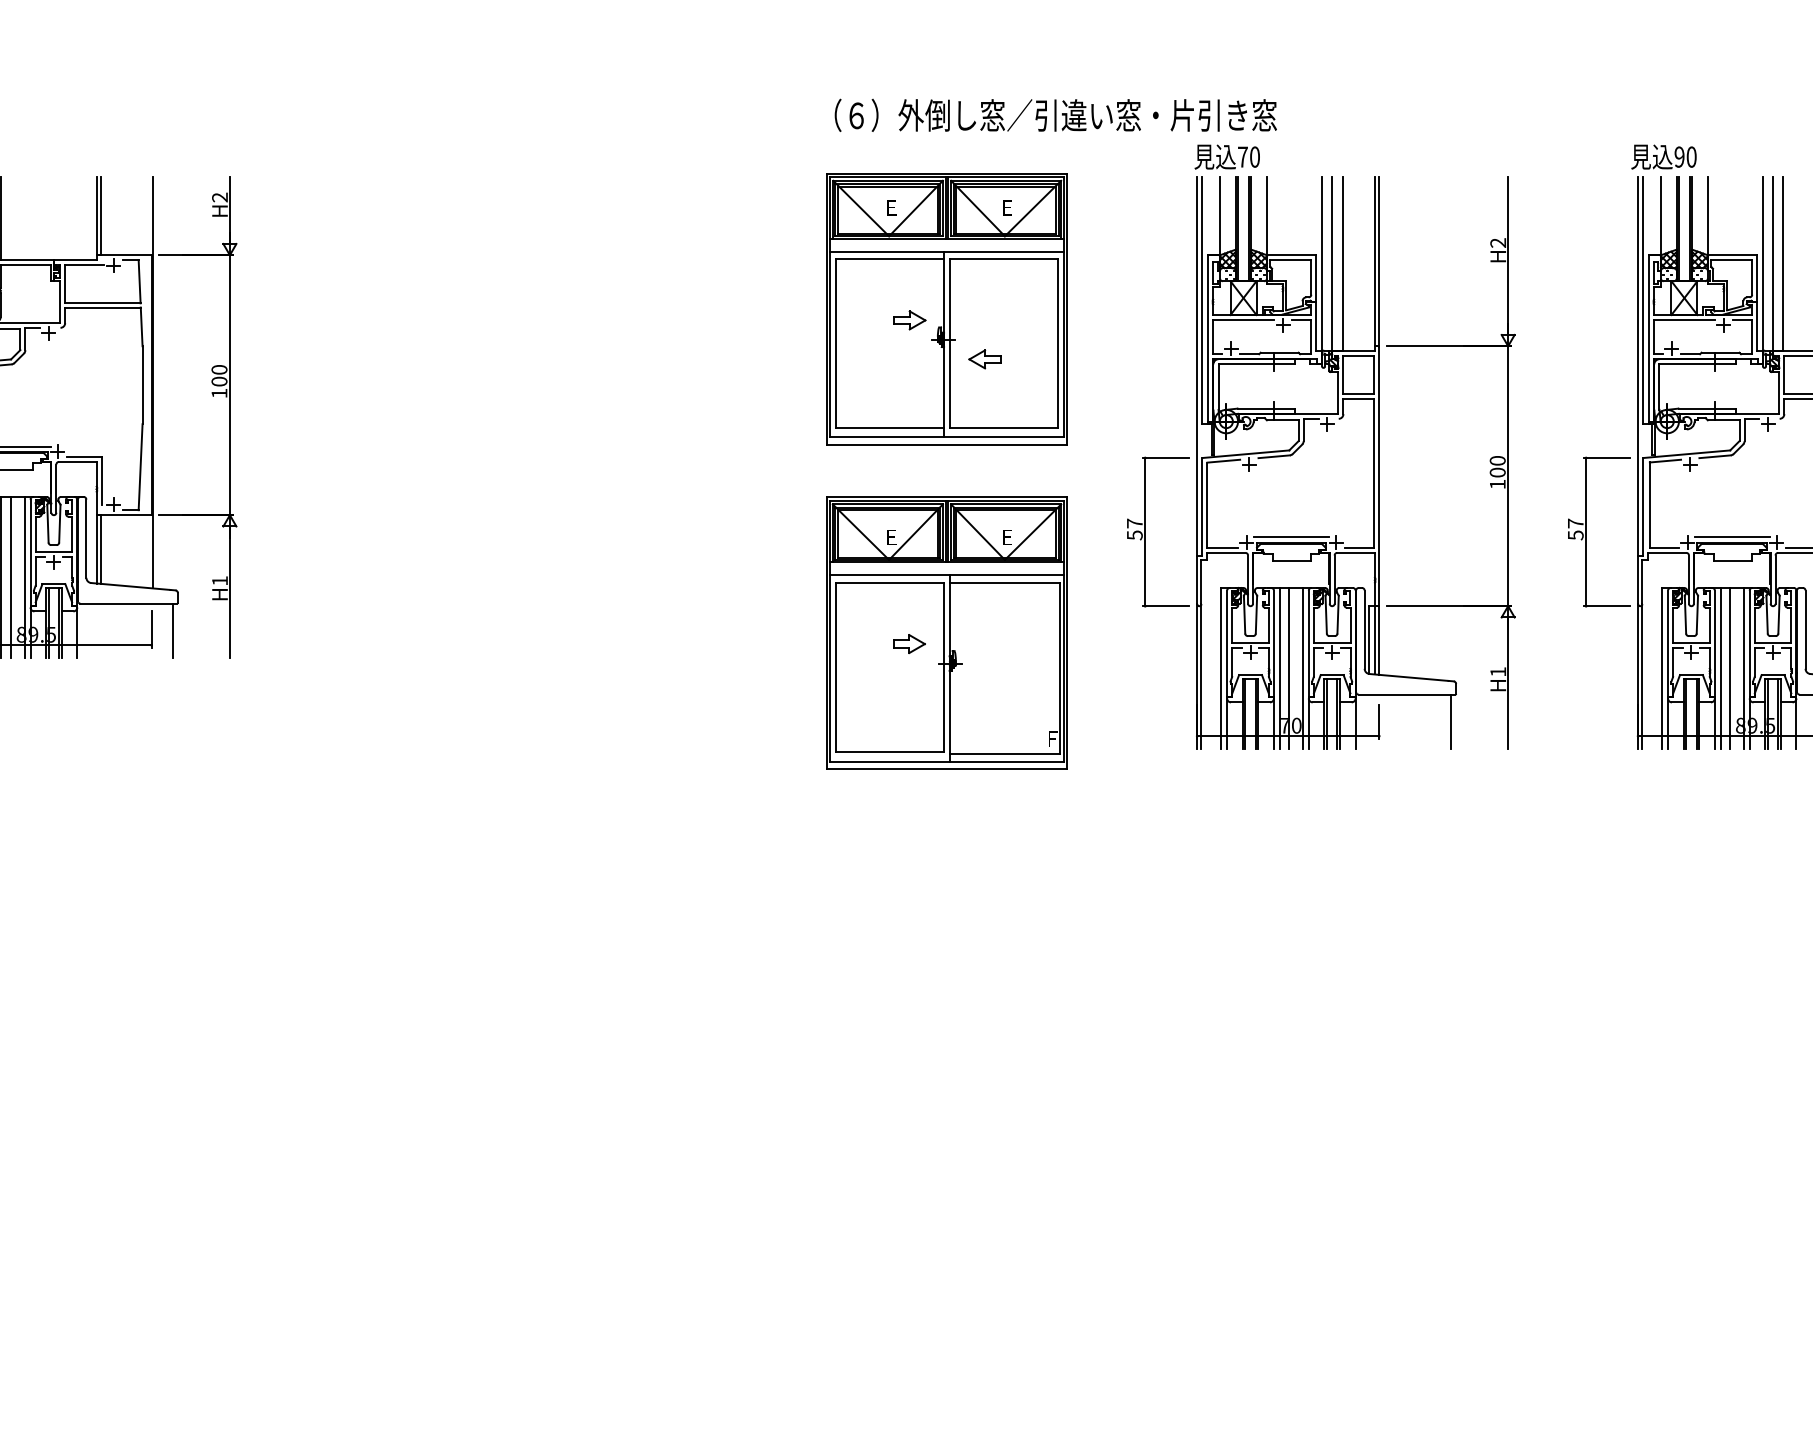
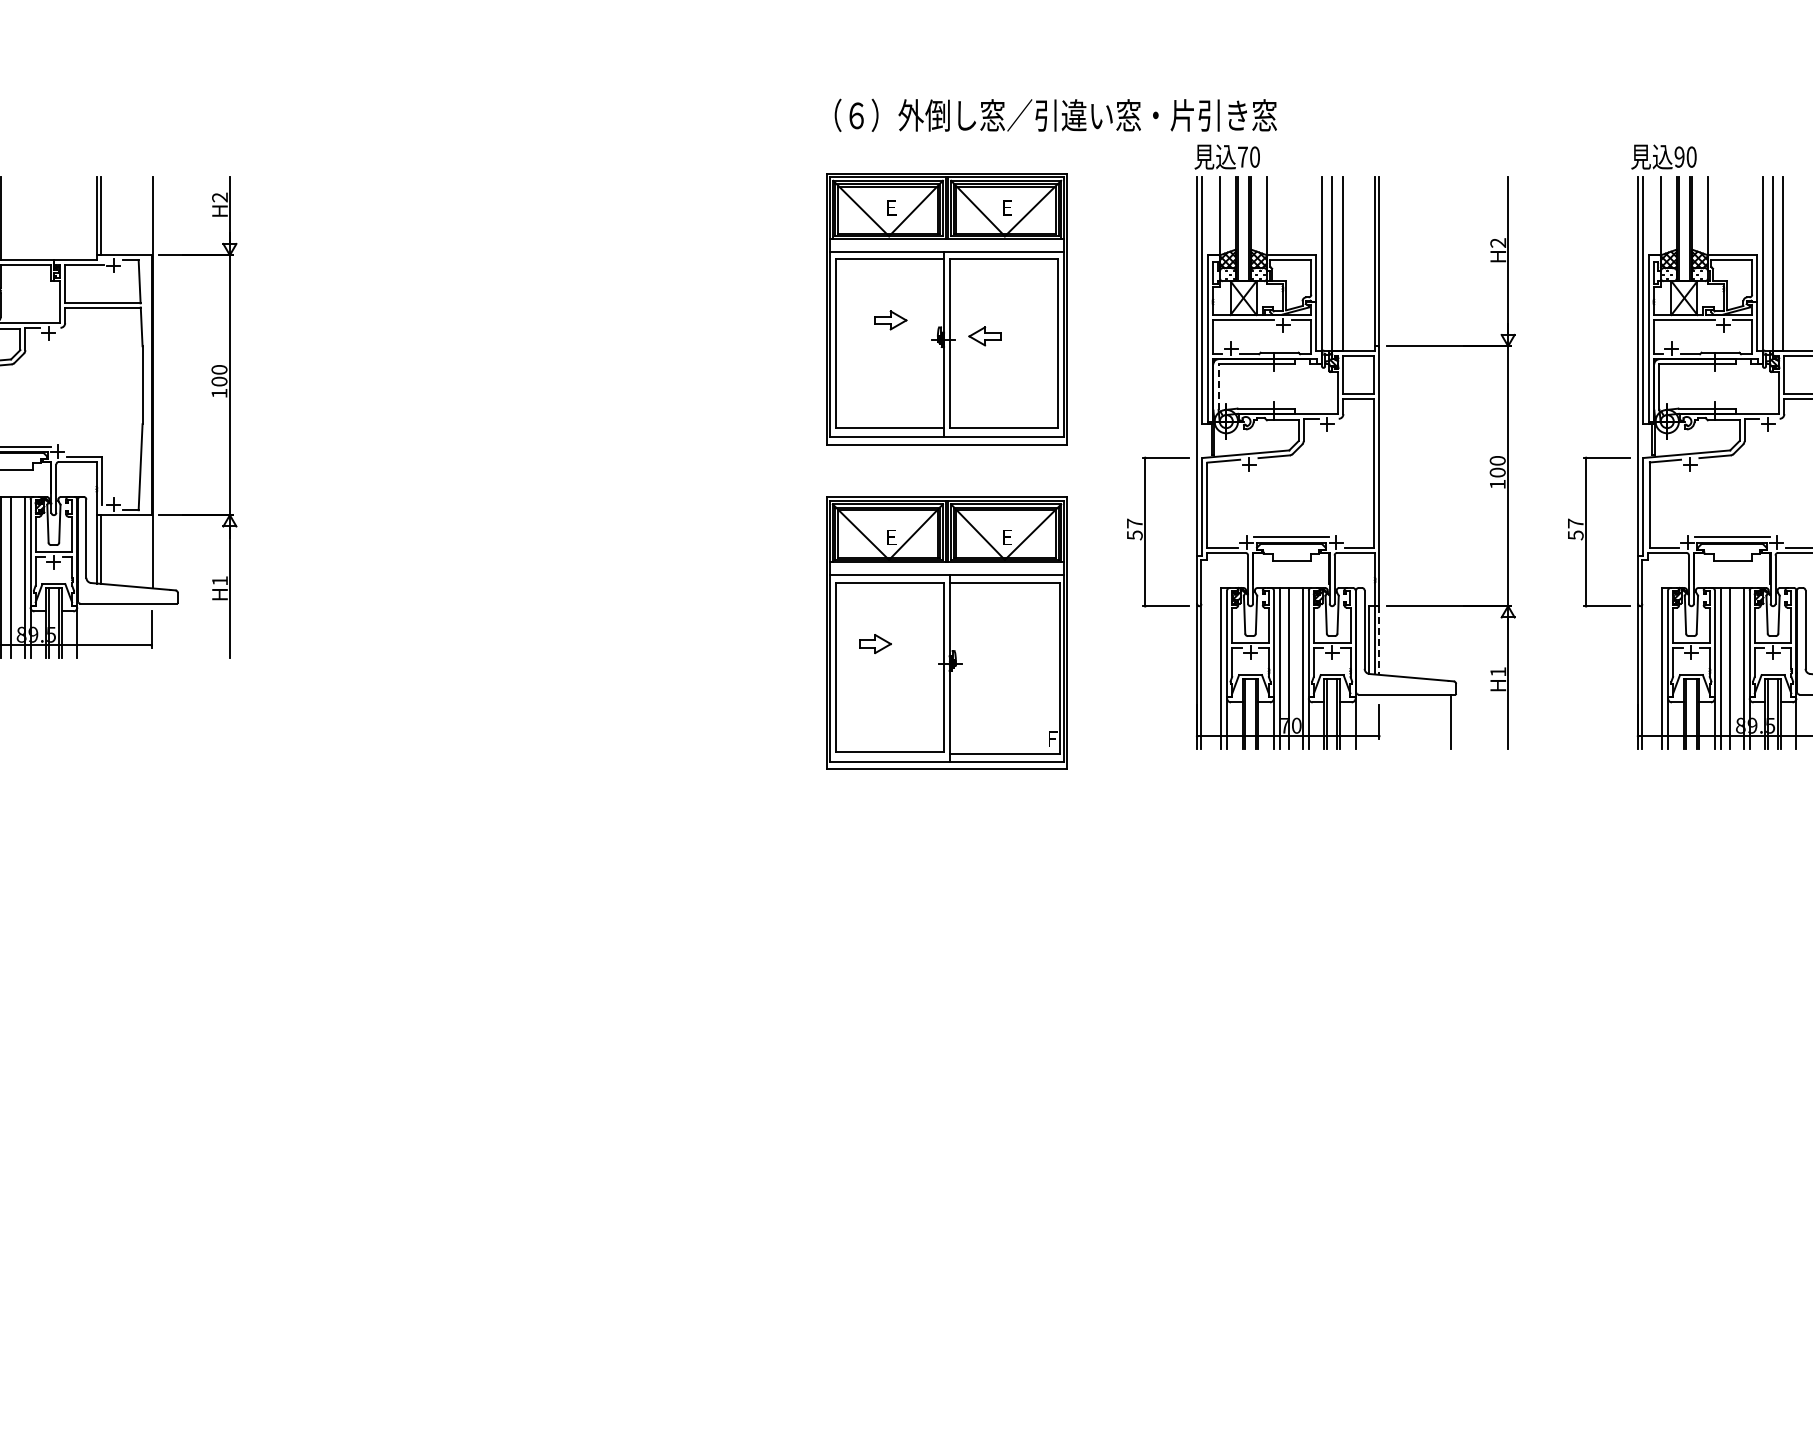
part at (909, 320) position: (909, 320) -> (890, 320)
part at (984, 359) position: (984, 359) -> (984, 336)
line at (1218, 387): solid -> dashed
line at (172, 630): present -> none
line at (1379, 641): solid -> dashed
part at (909, 643) position: (909, 643) -> (875, 643)
